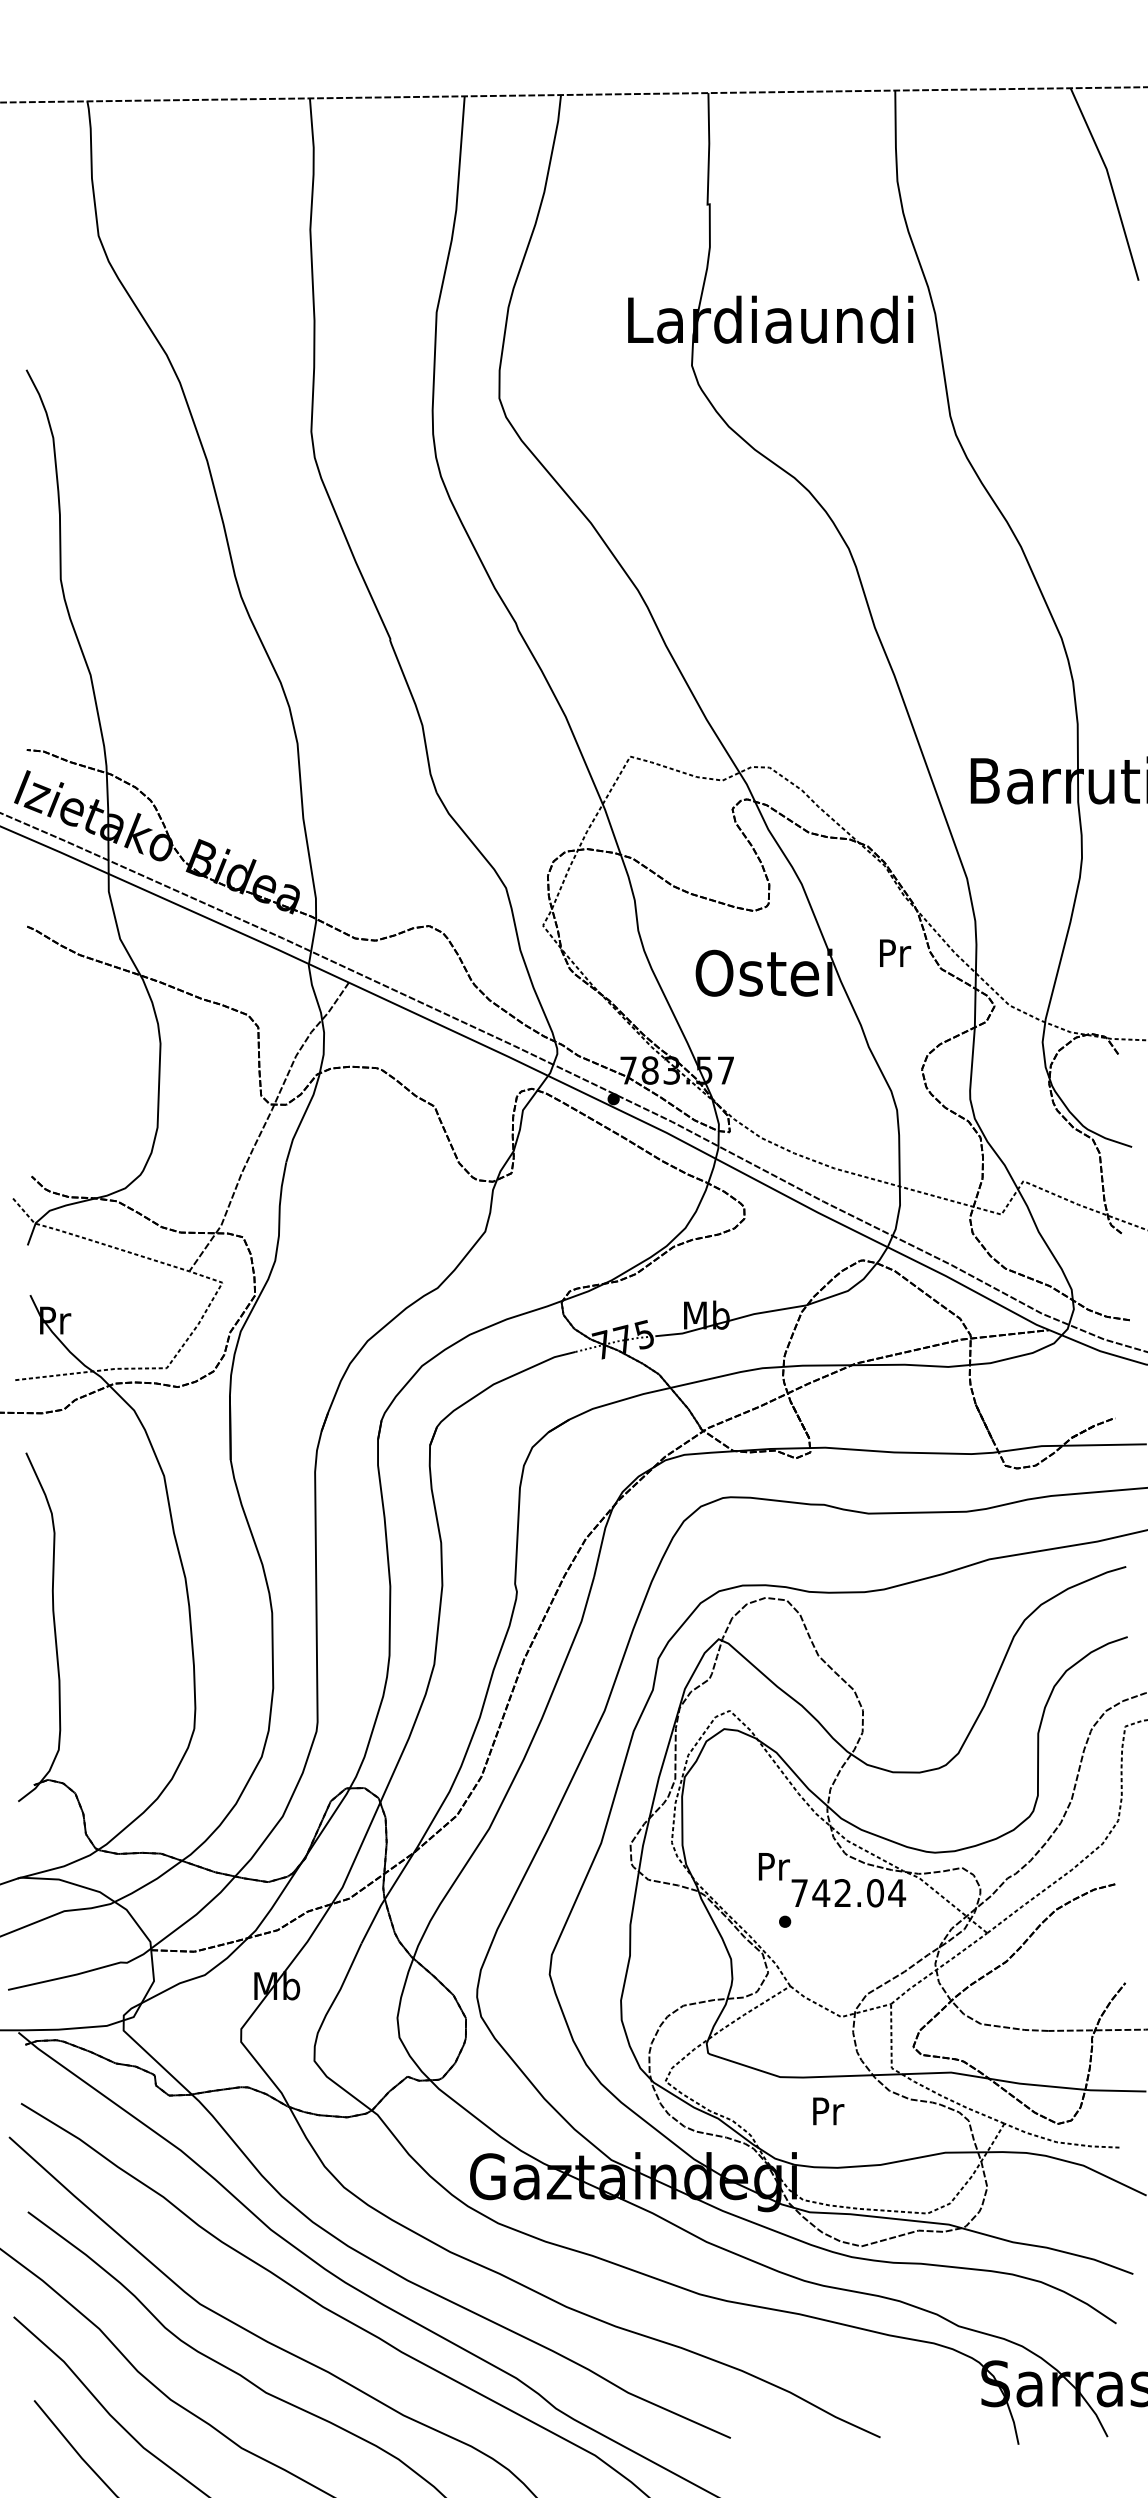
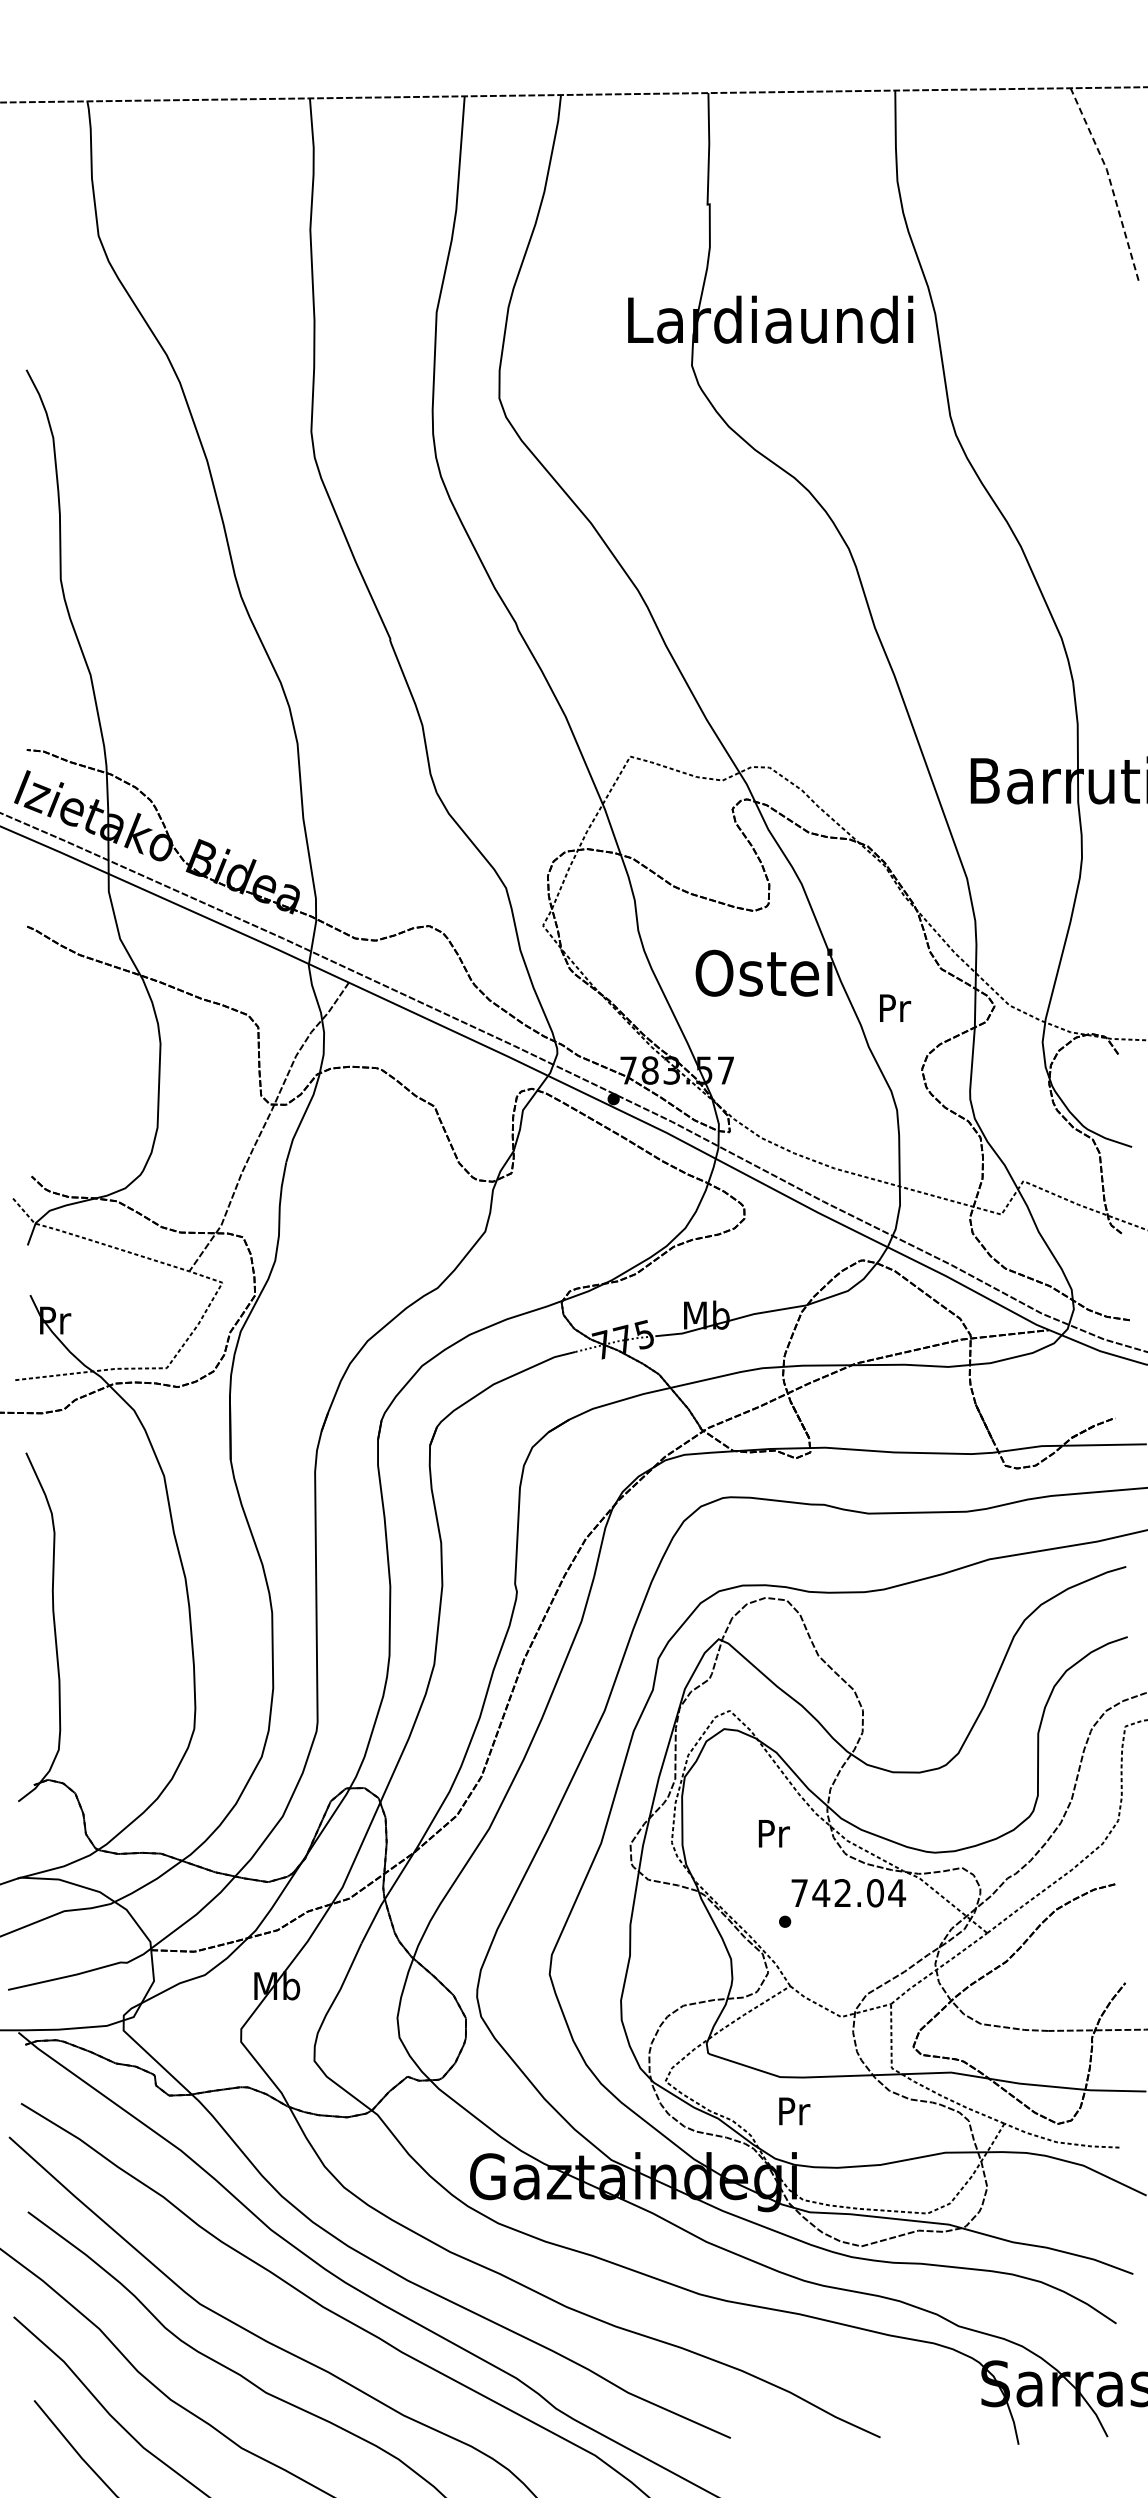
line at (1110, 181): solid -> dashed
text at (895, 952) position: (895, 952) -> (895, 1007)
text at (773, 1866) position: (773, 1866) -> (773, 1833)
text at (828, 2111) position: (828, 2111) -> (794, 2111)
